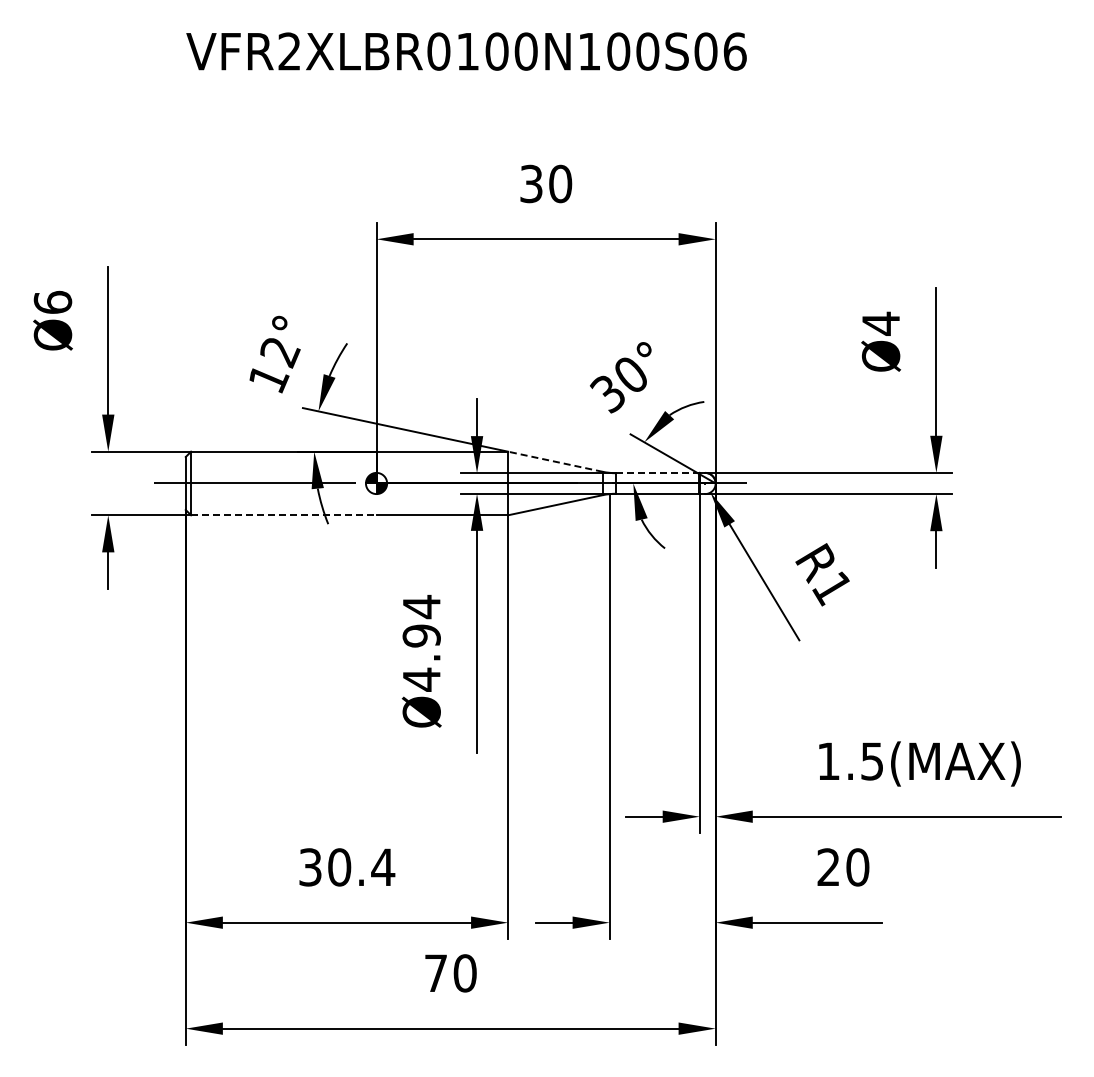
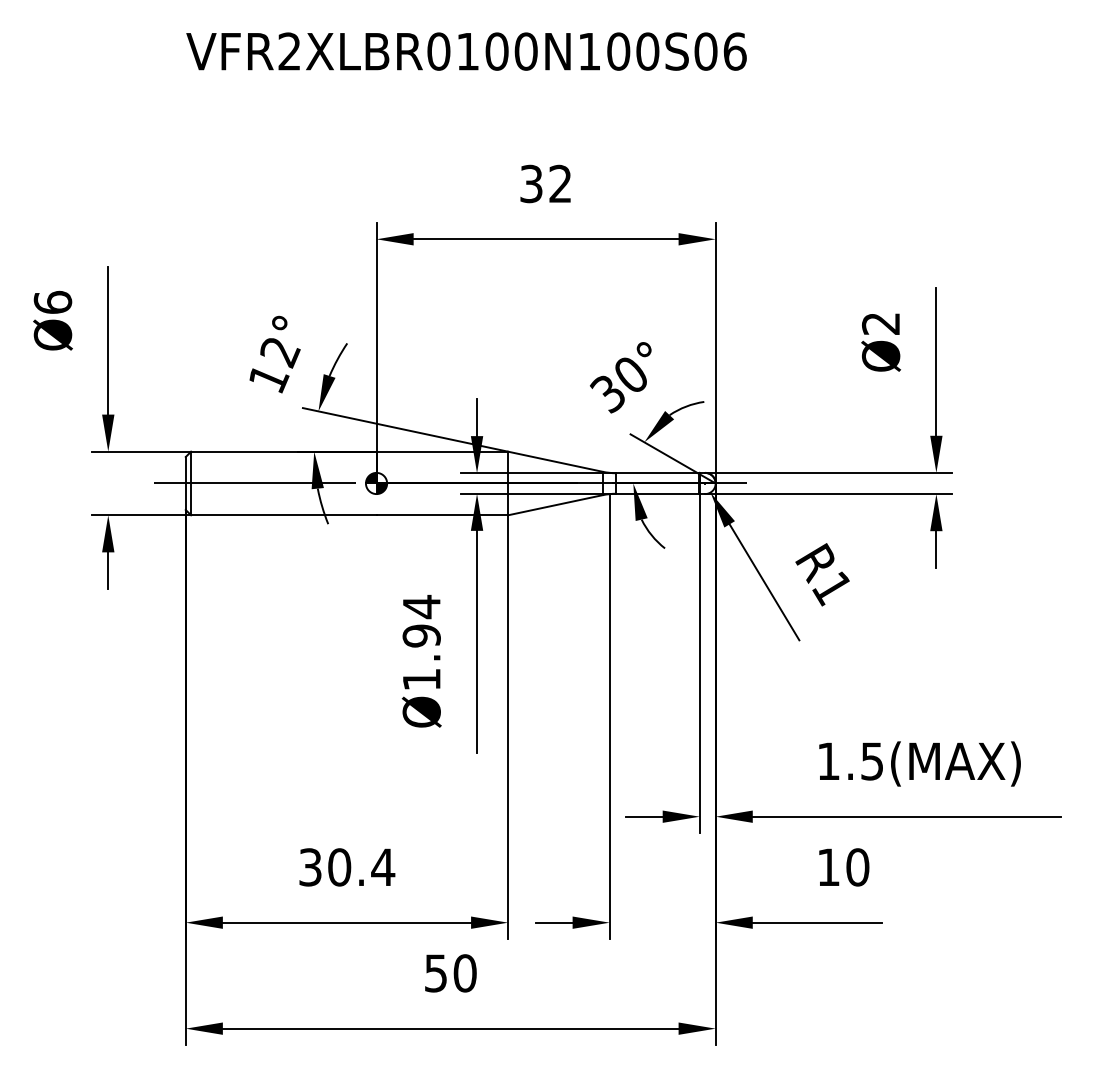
text at (560, 183): 30 -> 32
text at (880, 323): Ø4 -> Ø2
line at (555, 461): dashed -> solid
line at (657, 473): dashed -> solid
line at (283, 515): dashed -> solid
text at (421, 679): Ø4.94 -> Ø1.94
text at (828, 866): 20 -> 10
text at (435, 973): 70 -> 50
